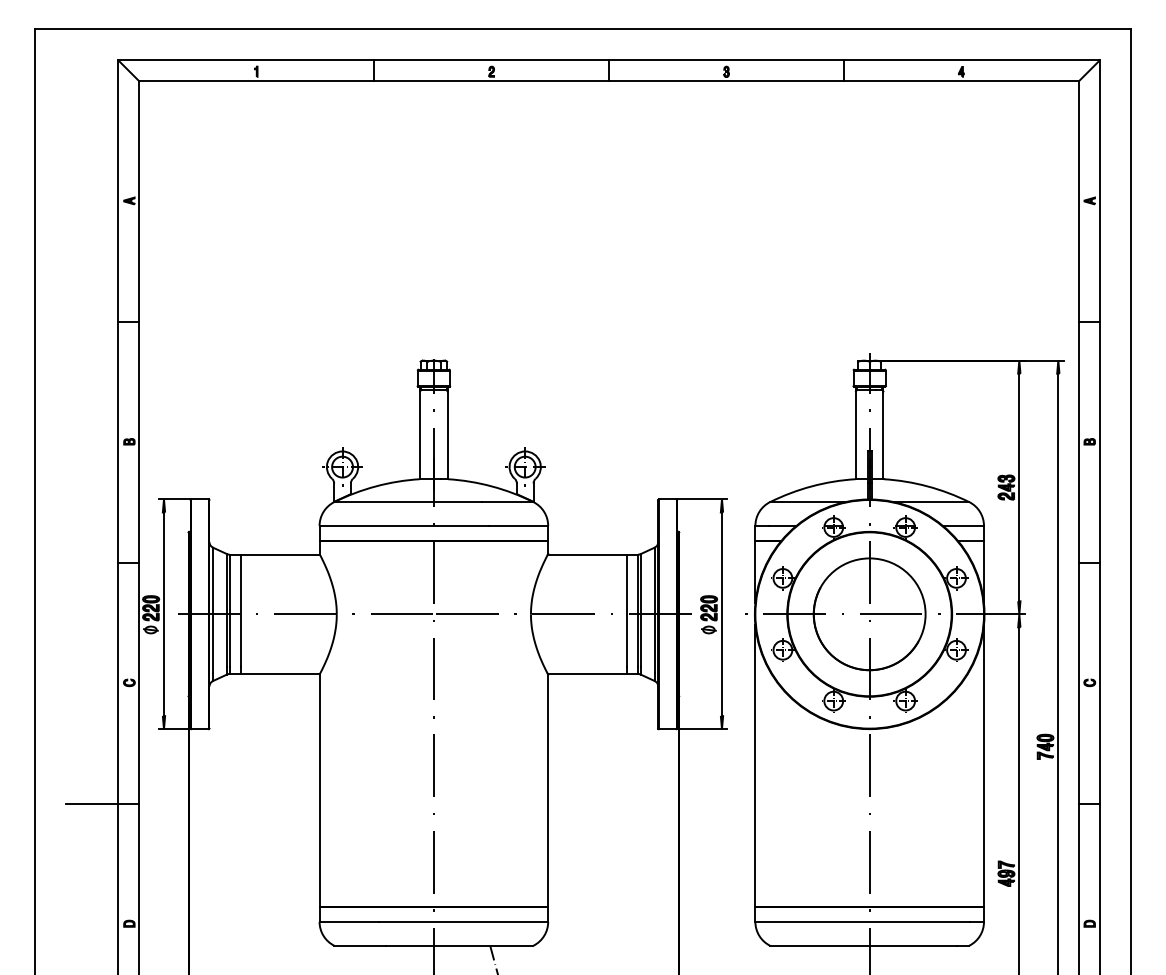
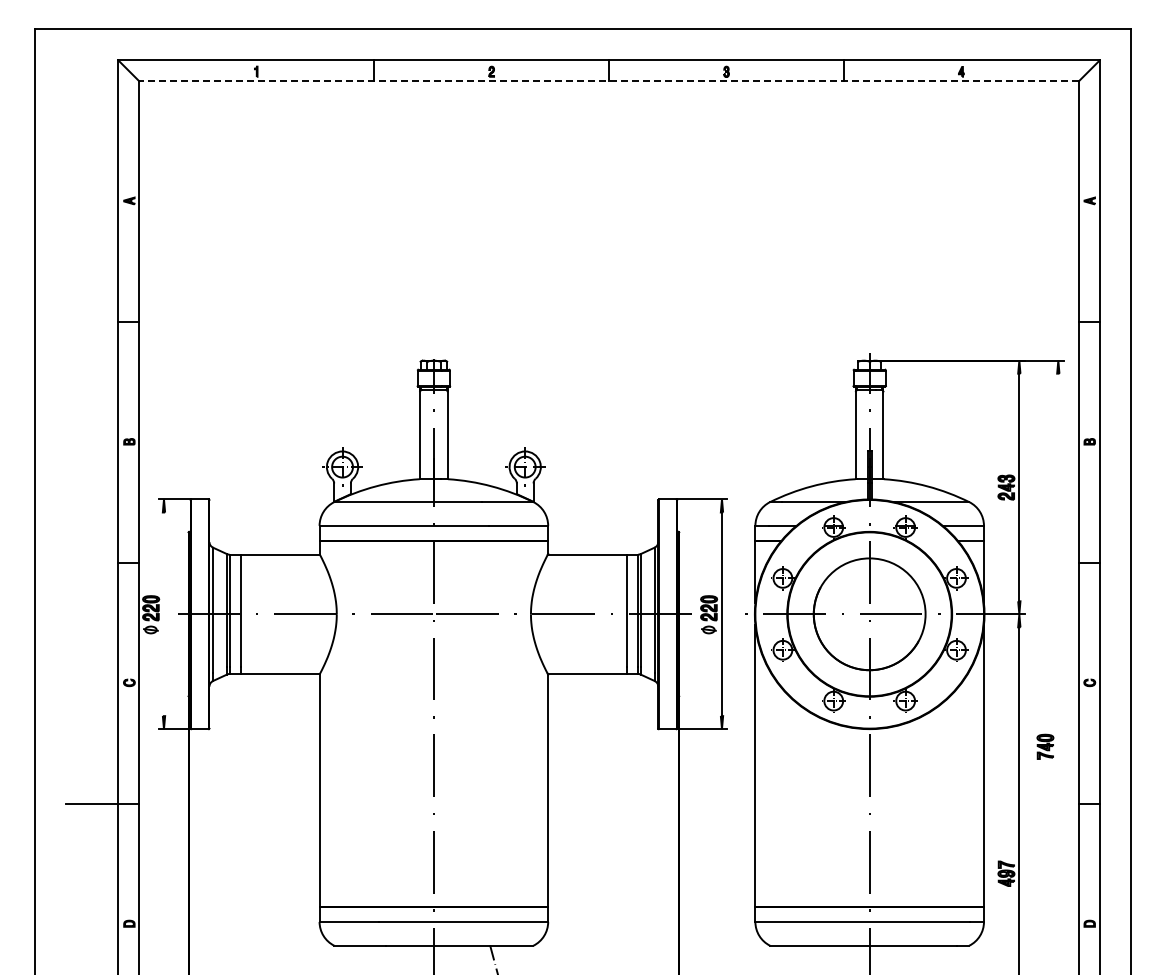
line at (609, 81): solid -> dashed
line at (164, 614): present -> none
line at (1058, 672): present -> none
